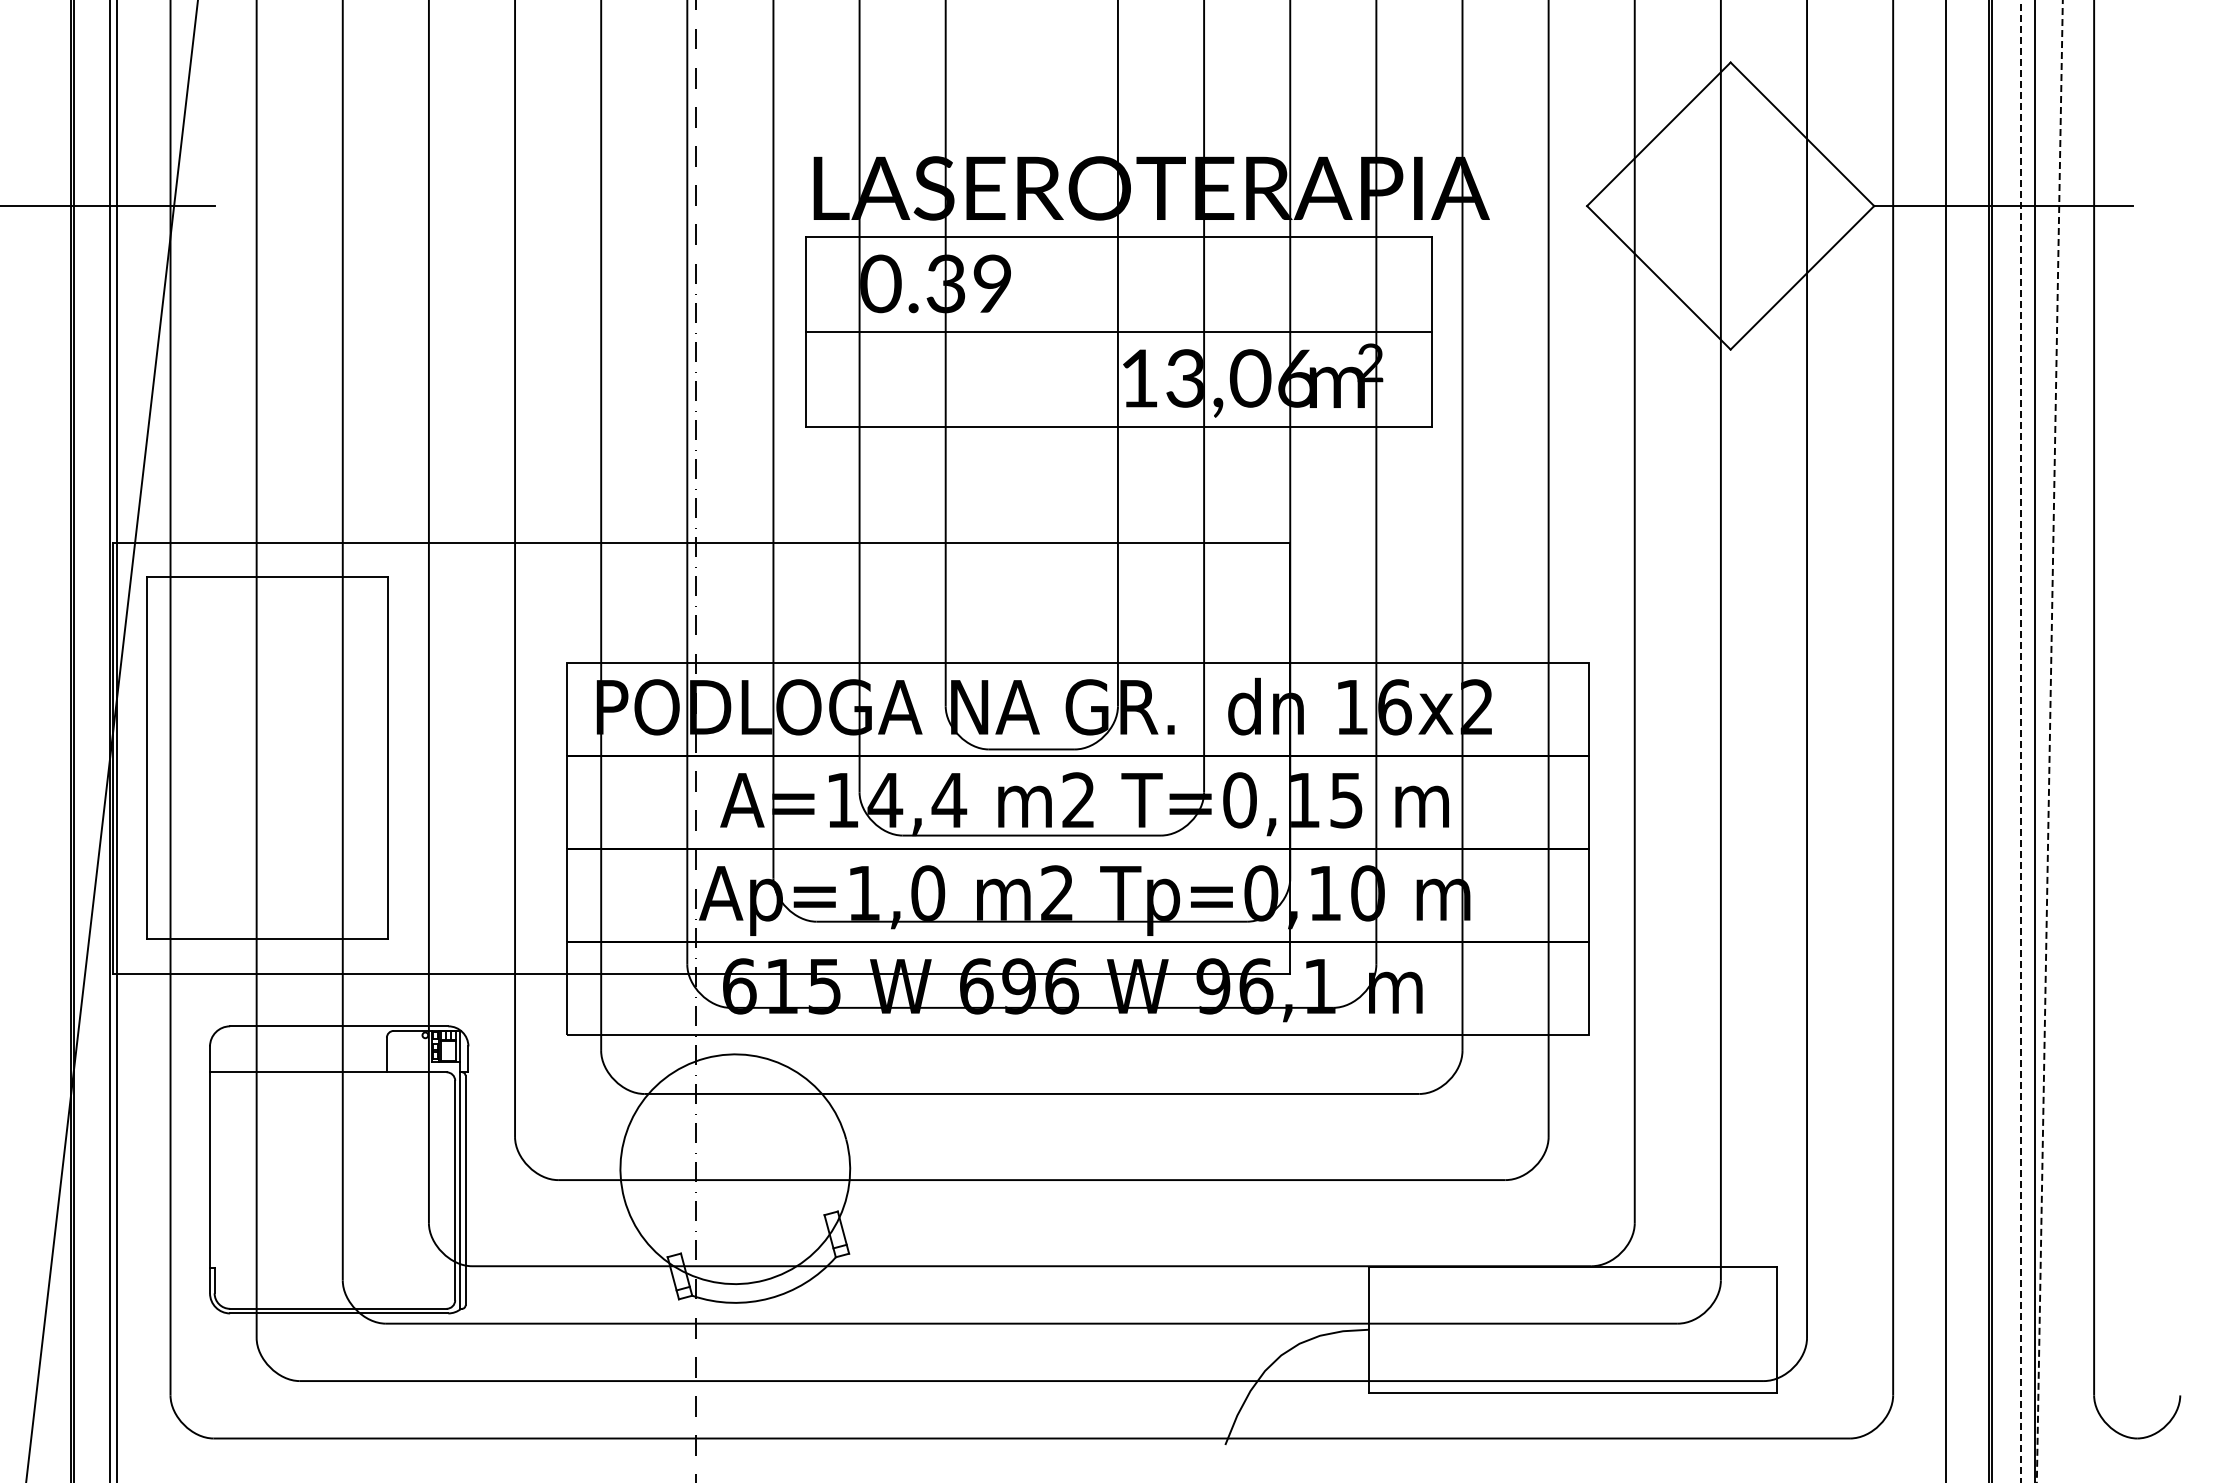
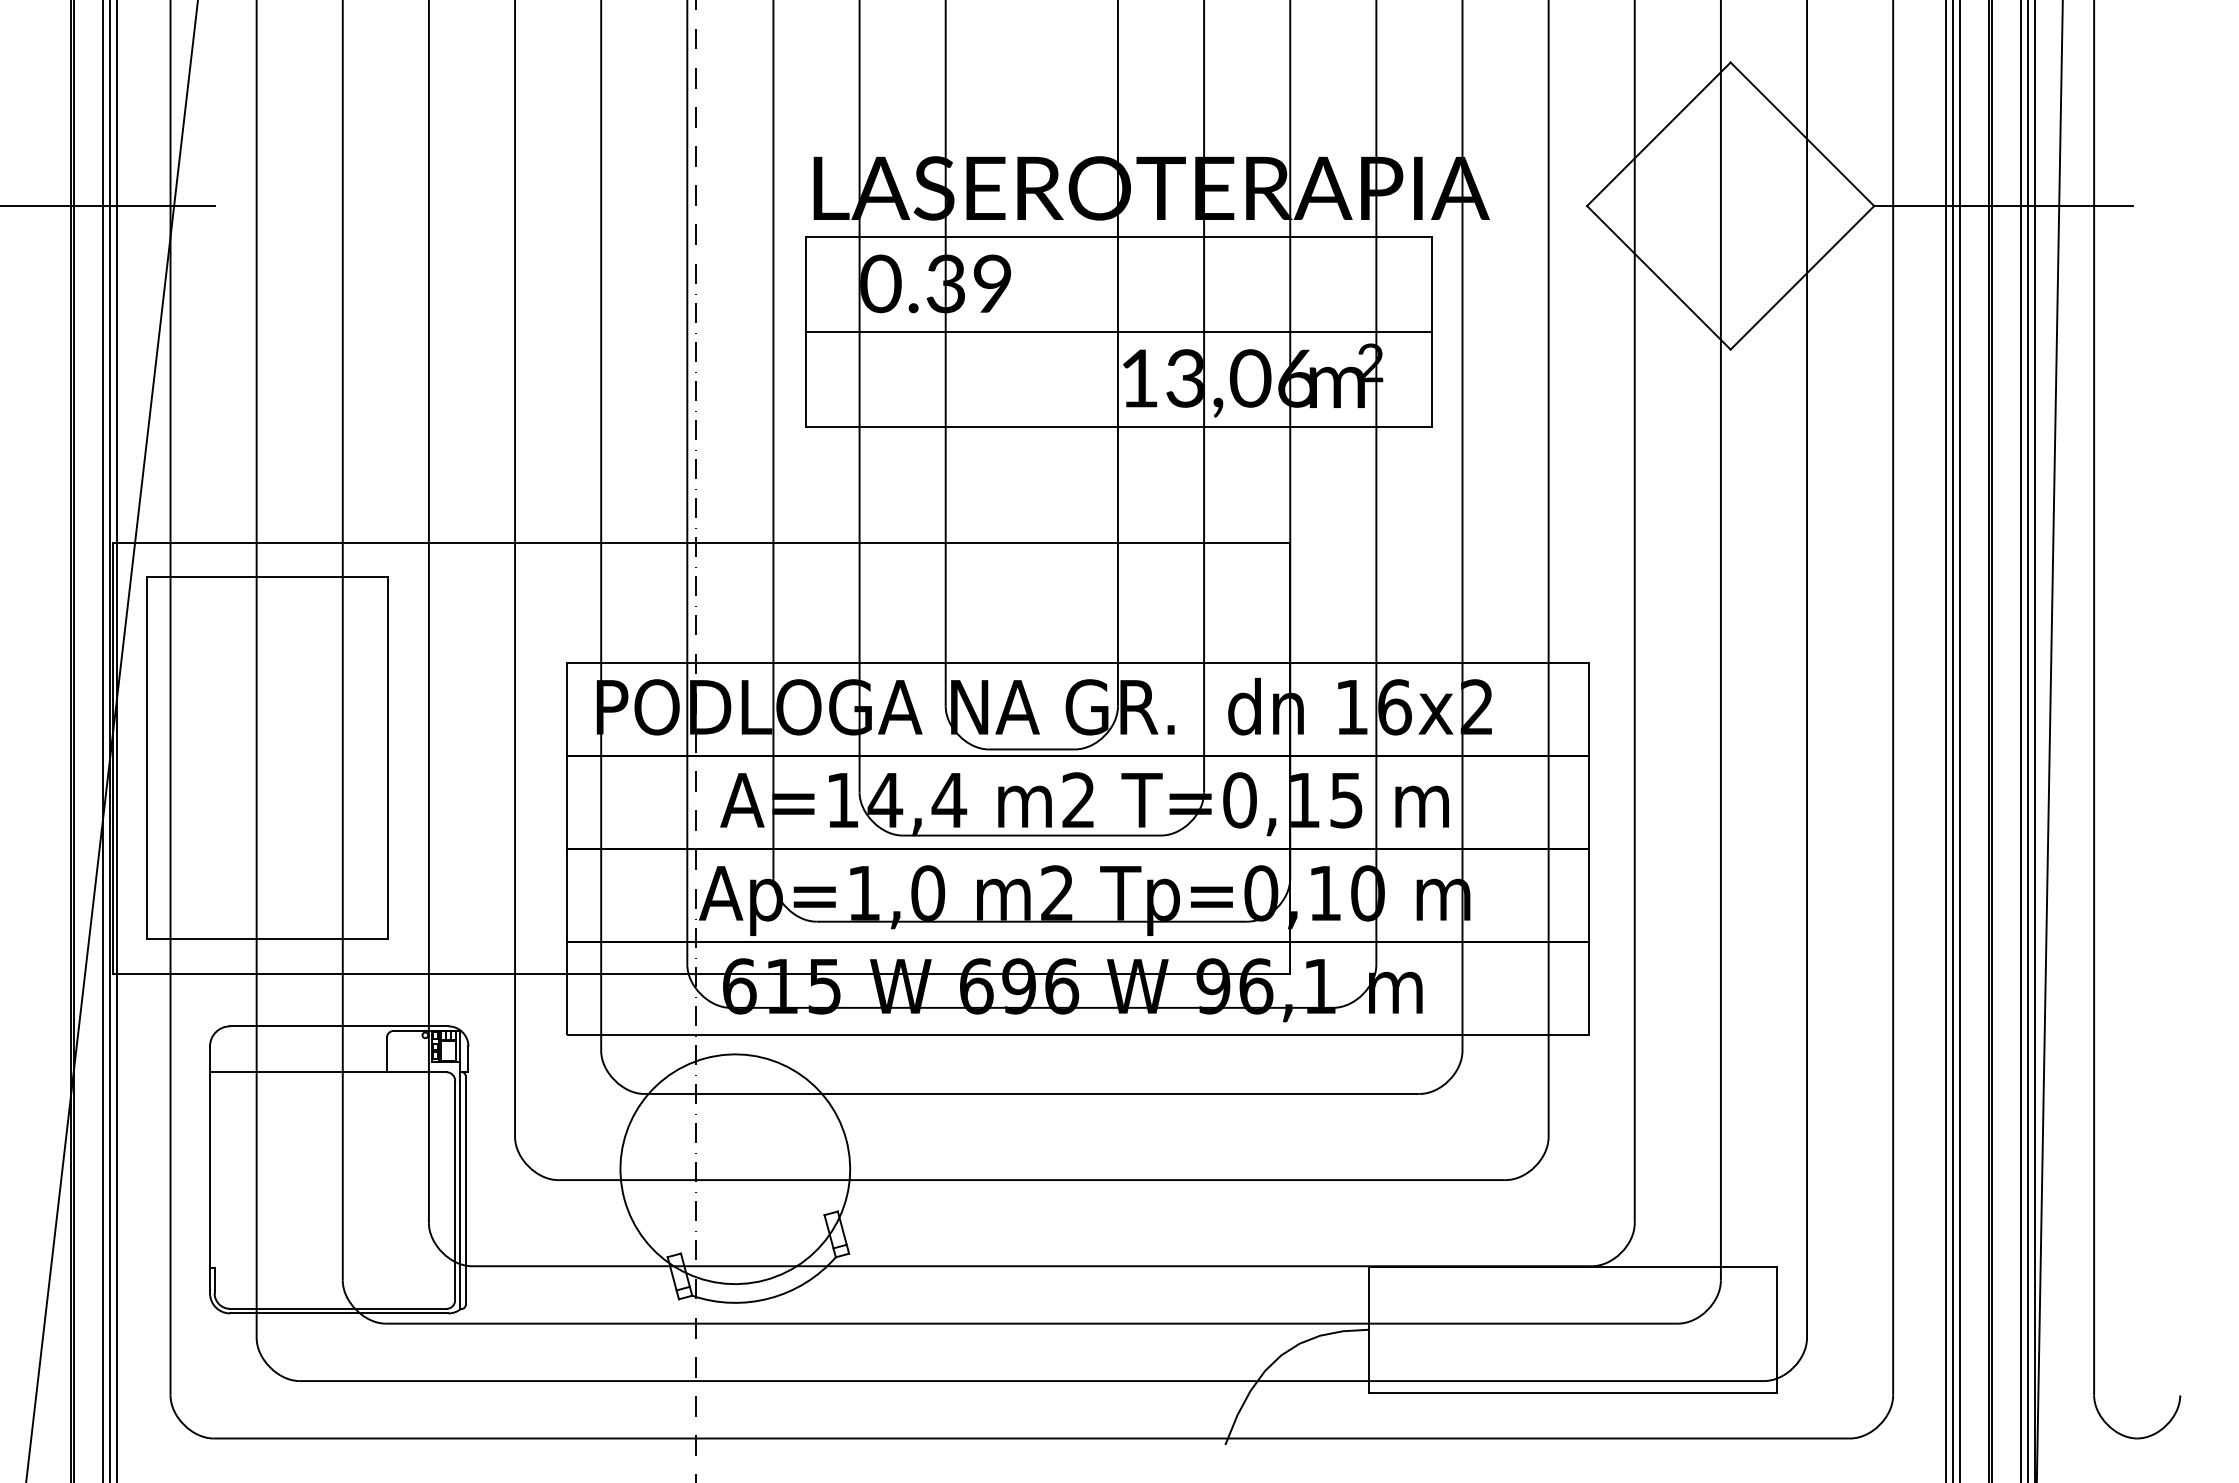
line at (102, 740): none -> present
line at (1953, 740): none -> present
line at (1960, 740): none -> present
line at (2027, 740): none -> present
line at (2049, 740): dashed -> solid
line at (2020, 741): dashed -> solid
